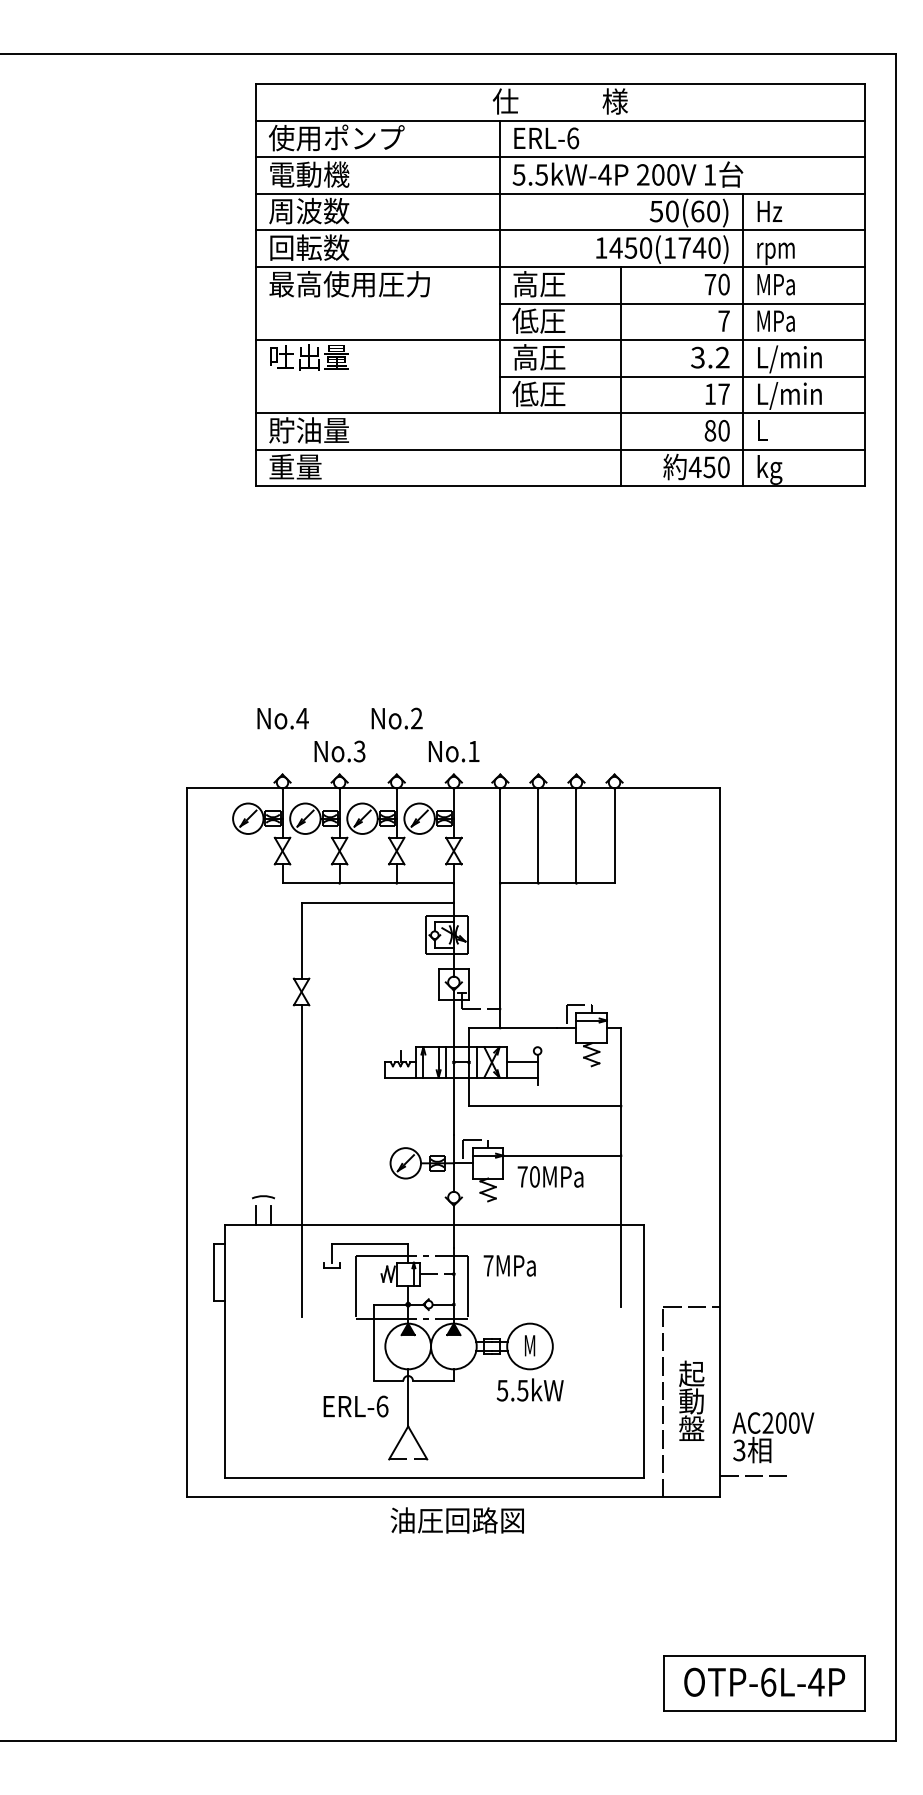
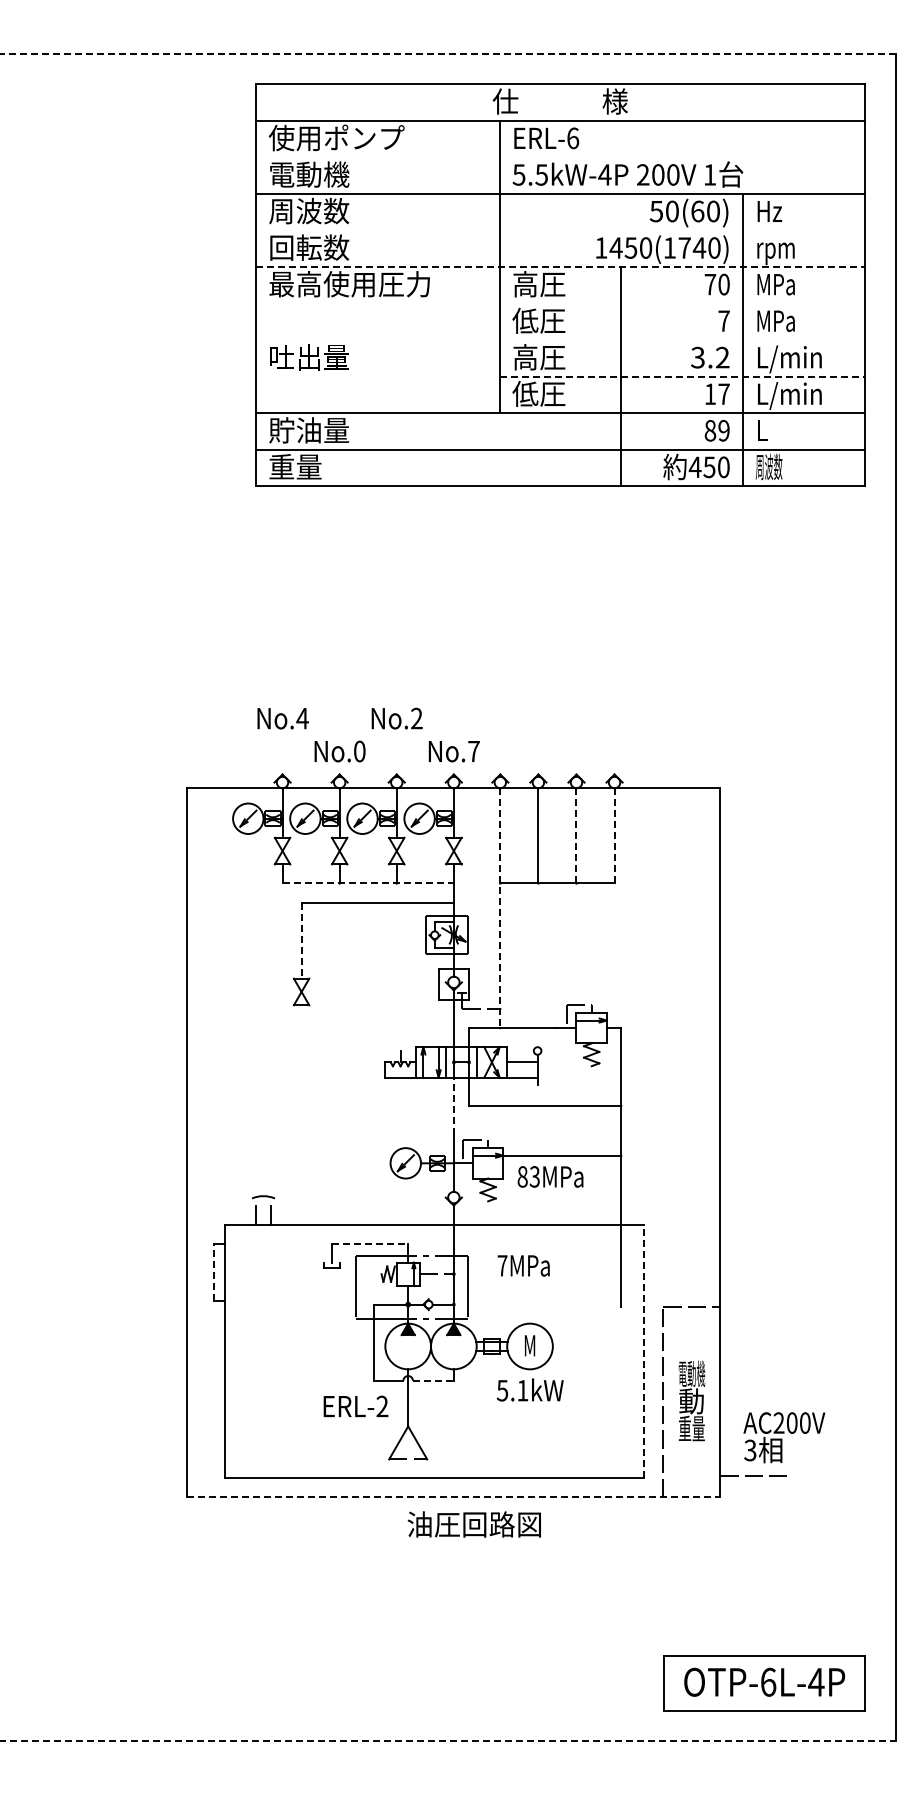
line at (447, 53): solid -> dashed
line at (560, 157): present -> none
line at (560, 230): present -> none
line at (560, 267): solid -> dashed
line at (682, 303): present -> none
line at (560, 340): present -> none
line at (682, 376): solid -> dashed
text at (723, 430): 80 -> 89
text at (768, 468): kg -> 周波数
text at (359, 751): No.3 -> No.0
text at (473, 751): No.1 -> No.7
line at (576, 835): solid -> dashed
line at (614, 835): solid -> dashed
line at (368, 883): solid -> dashed
line at (500, 908): solid -> dashed
line at (301, 941): solid -> dashed
line at (453, 1106): solid -> dashed
line at (301, 1160): present -> none
text at (528, 1176): 70MPa -> 83MPa
line at (370, 1243): solid -> dashed
text at (509, 1265) position: (509, 1265) -> (523, 1265)
line at (214, 1272): solid -> dashed
line at (644, 1351): solid -> dashed
text at (691, 1373): 起 -> 電動機
line at (433, 1380): solid -> dashed
text at (522, 1390): 5.5kW -> 5.1kW
text at (382, 1406): ERL-6 -> ERL-2
text at (691, 1428): 盤 -> 重量
text at (773, 1437) position: (773, 1437) -> (784, 1437)
line at (454, 1497): solid -> dashed
text at (456, 1520) position: (456, 1520) -> (473, 1524)
line at (448, 1741): solid -> dashed
